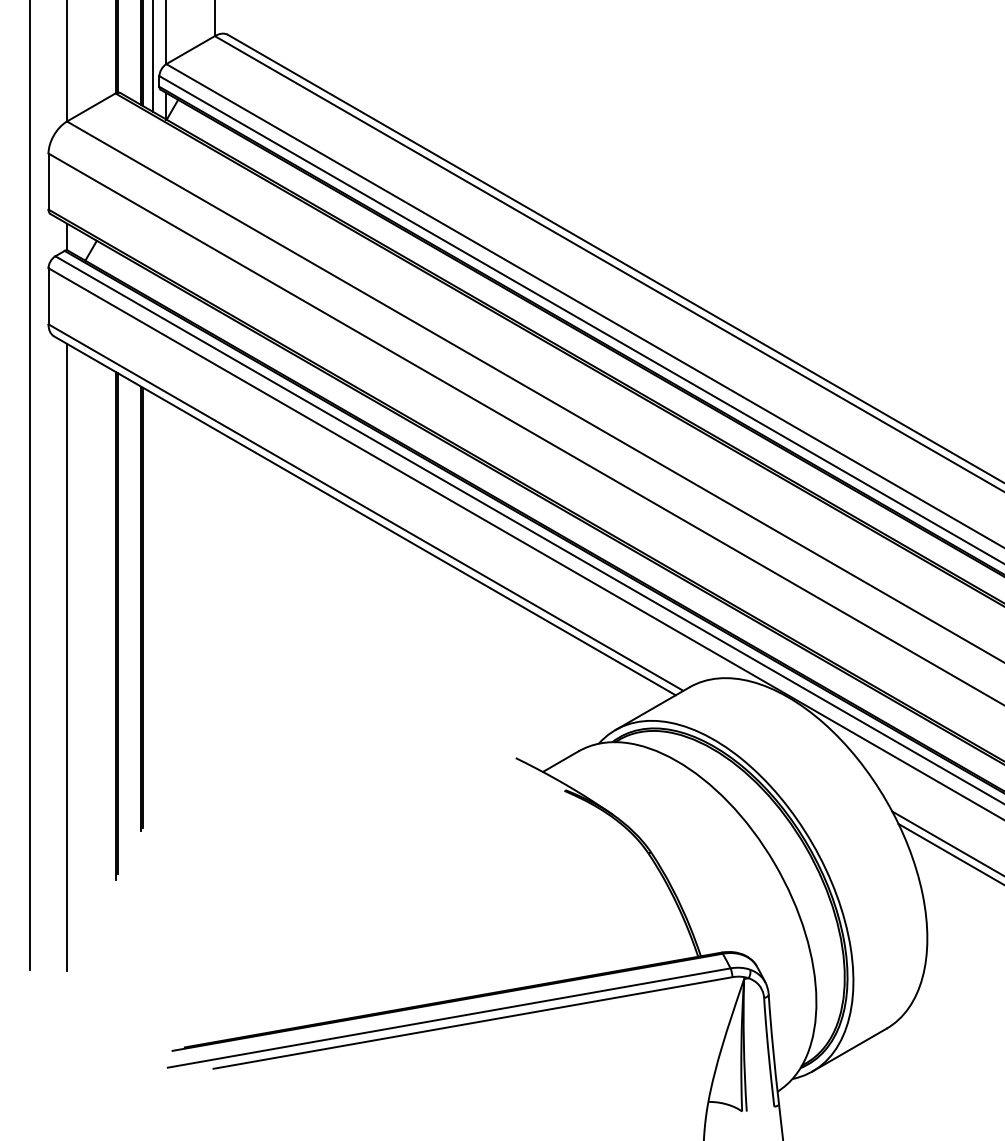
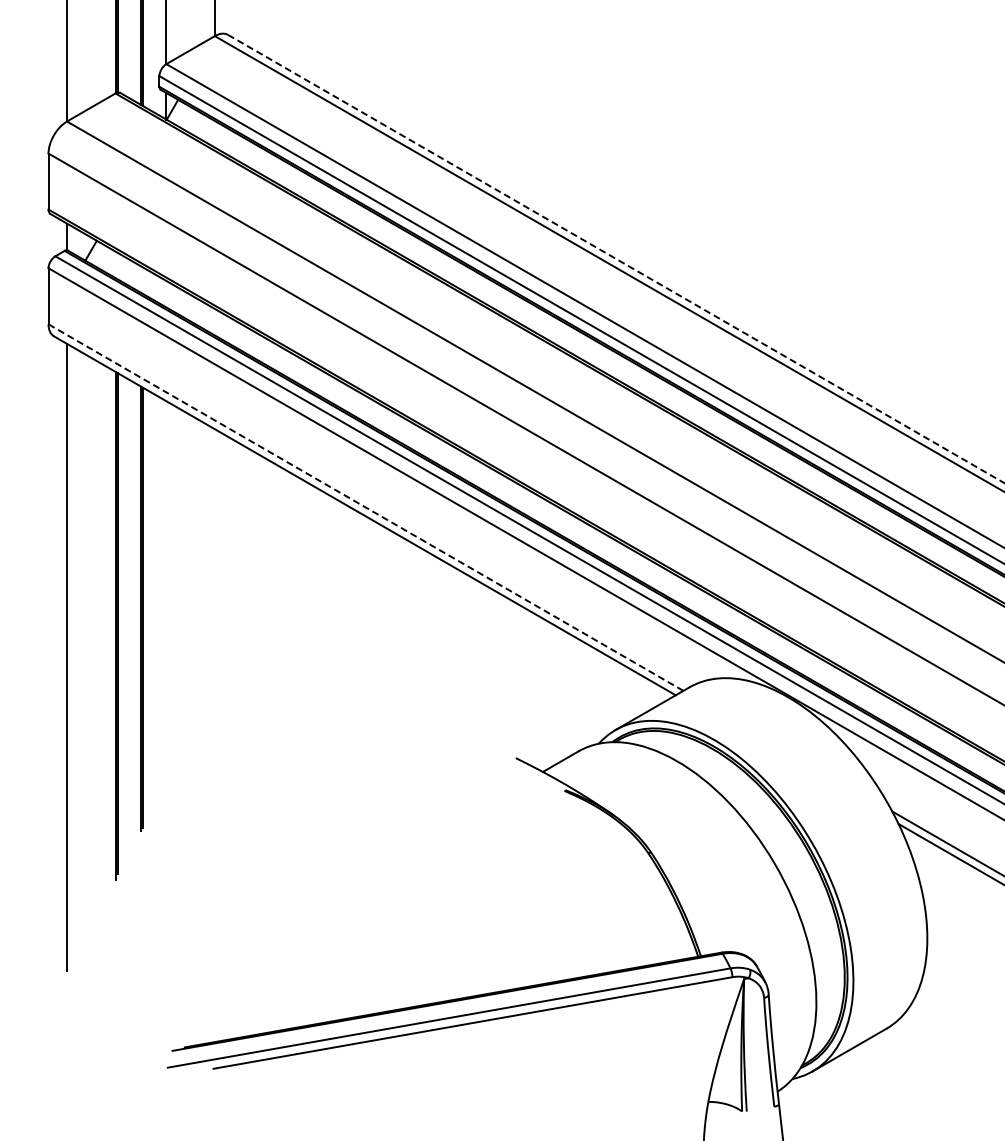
line at (152, 56): present -> none
line at (616, 259): solid -> dashed
line at (30, 486): present -> none
line at (365, 507): solid -> dashed
